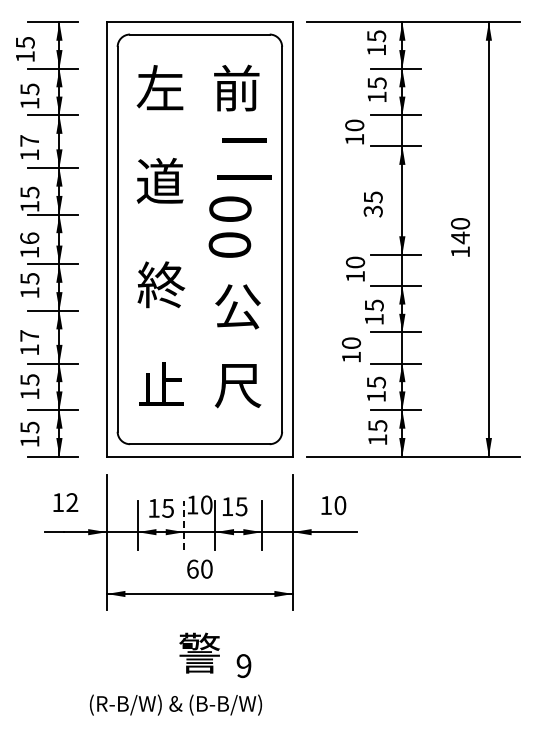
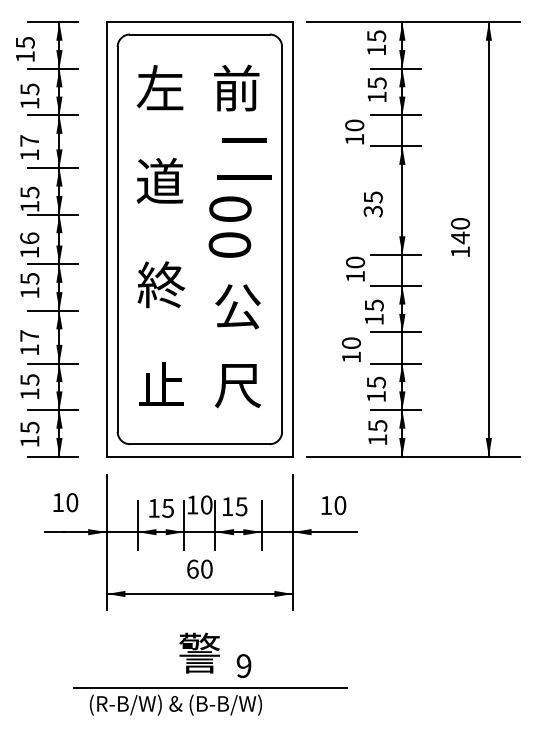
text at (72, 502): 12 -> 10
line at (184, 525): dashed -> solid
line at (209, 687): none -> present
